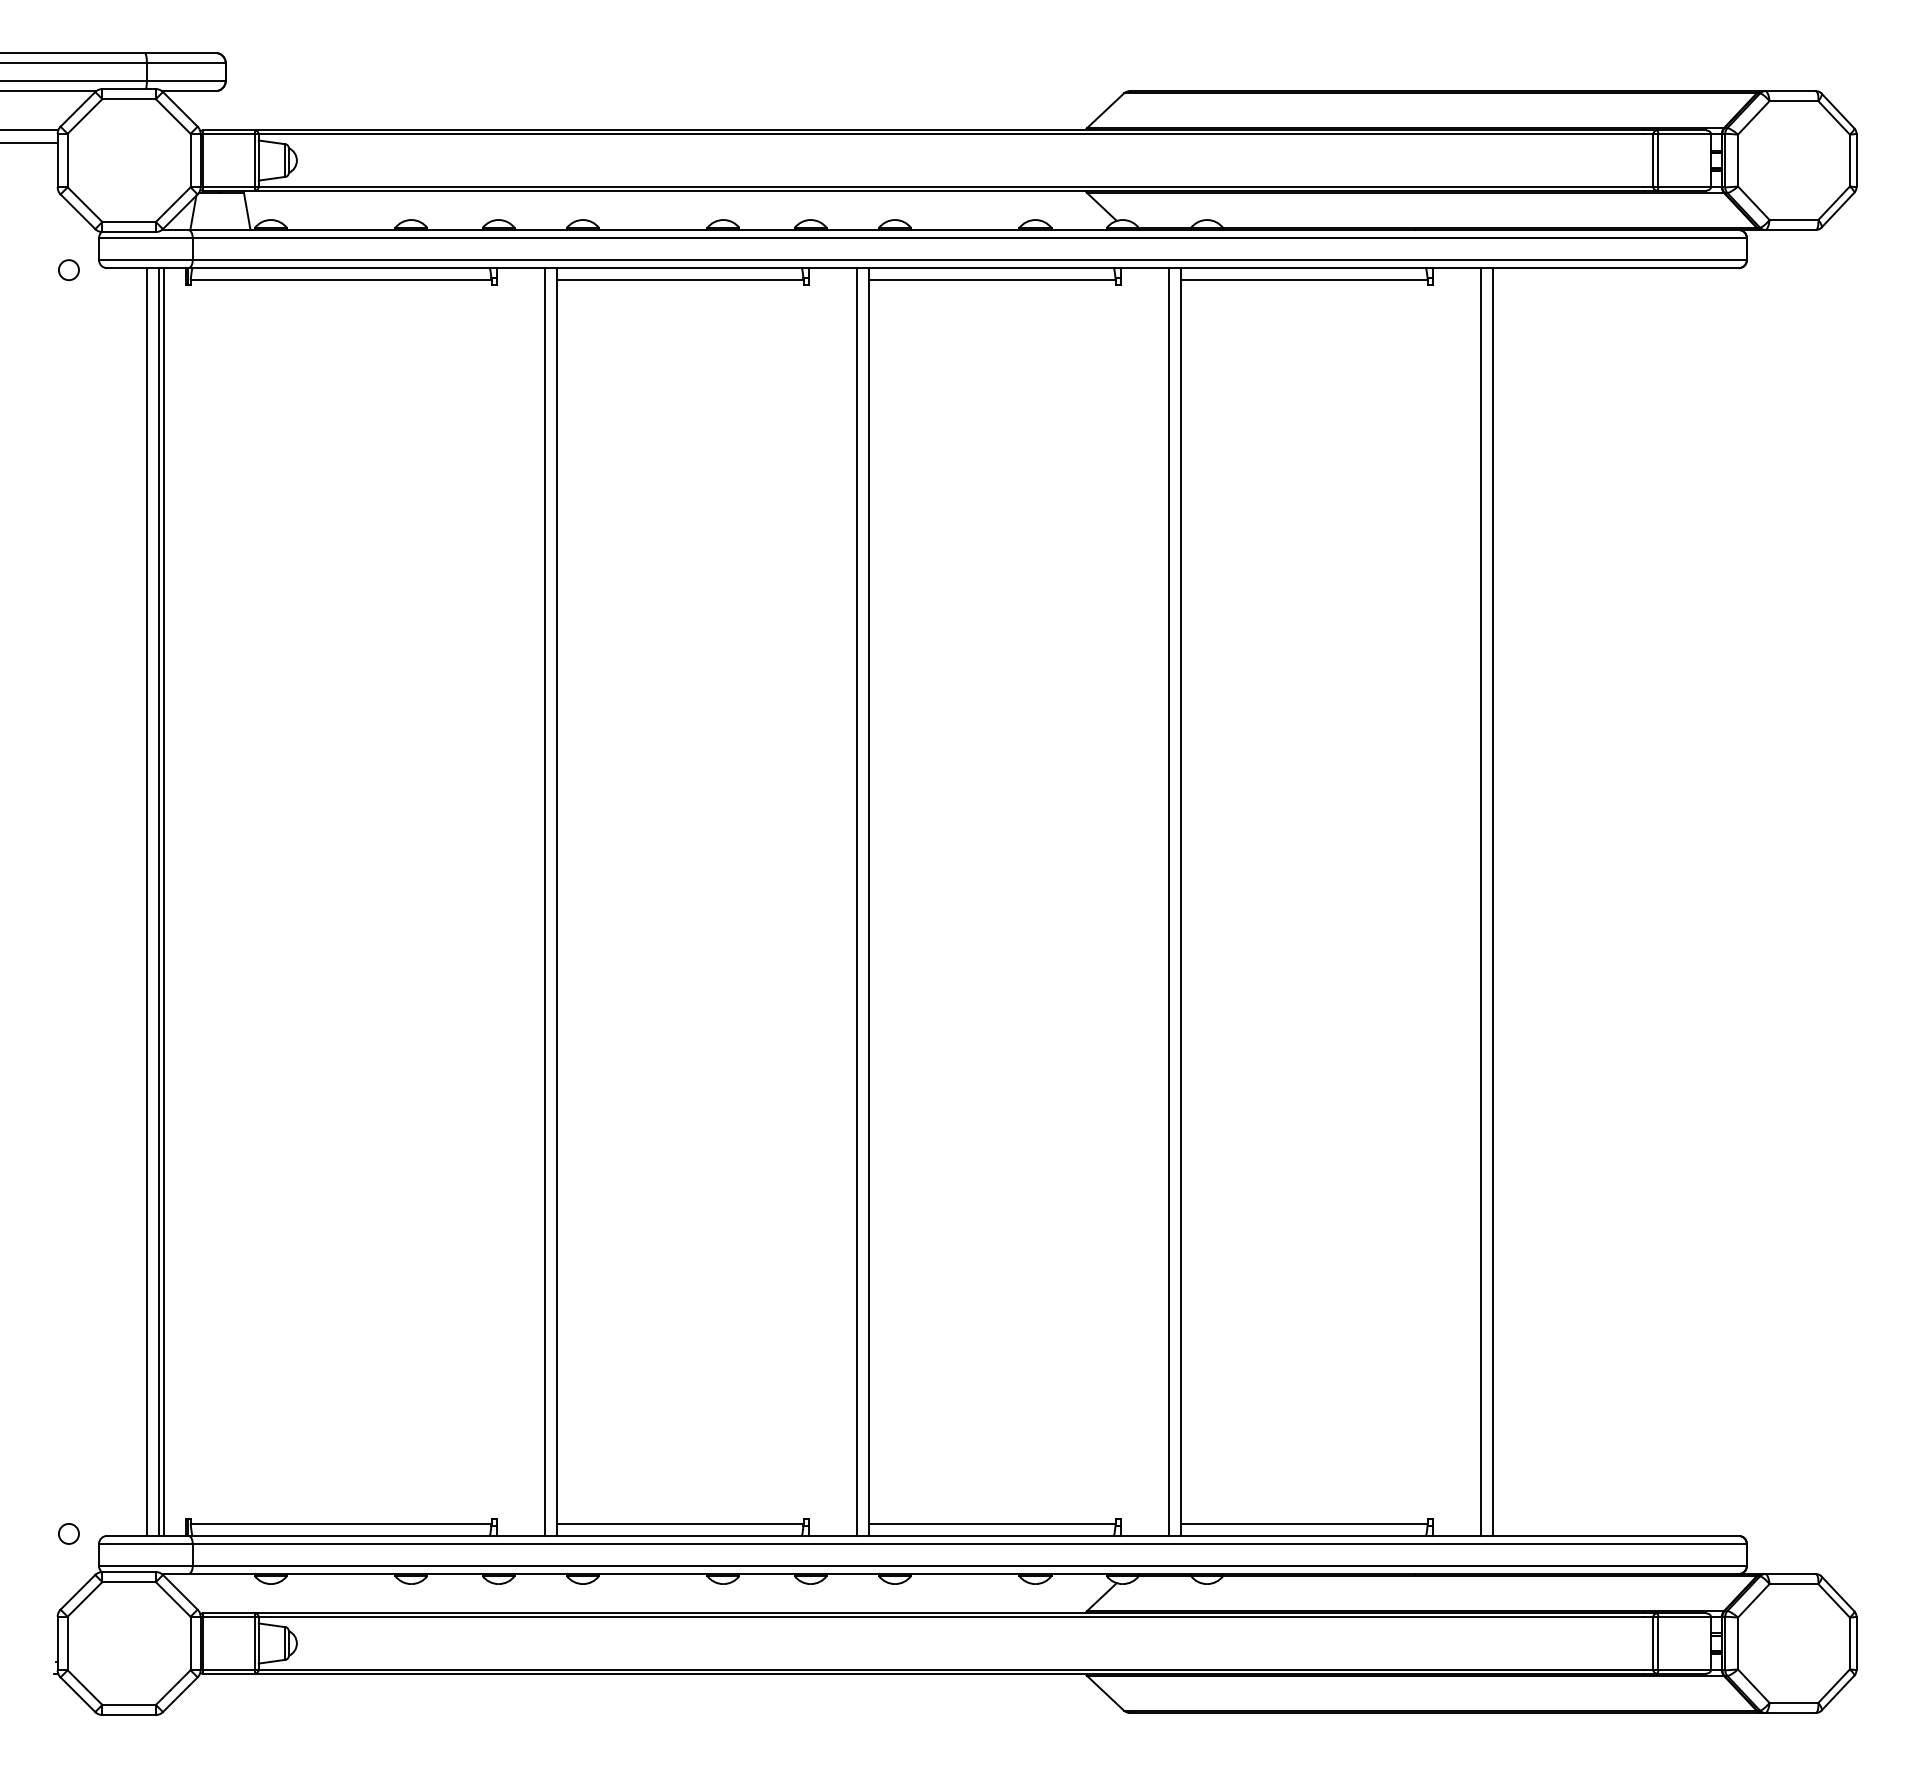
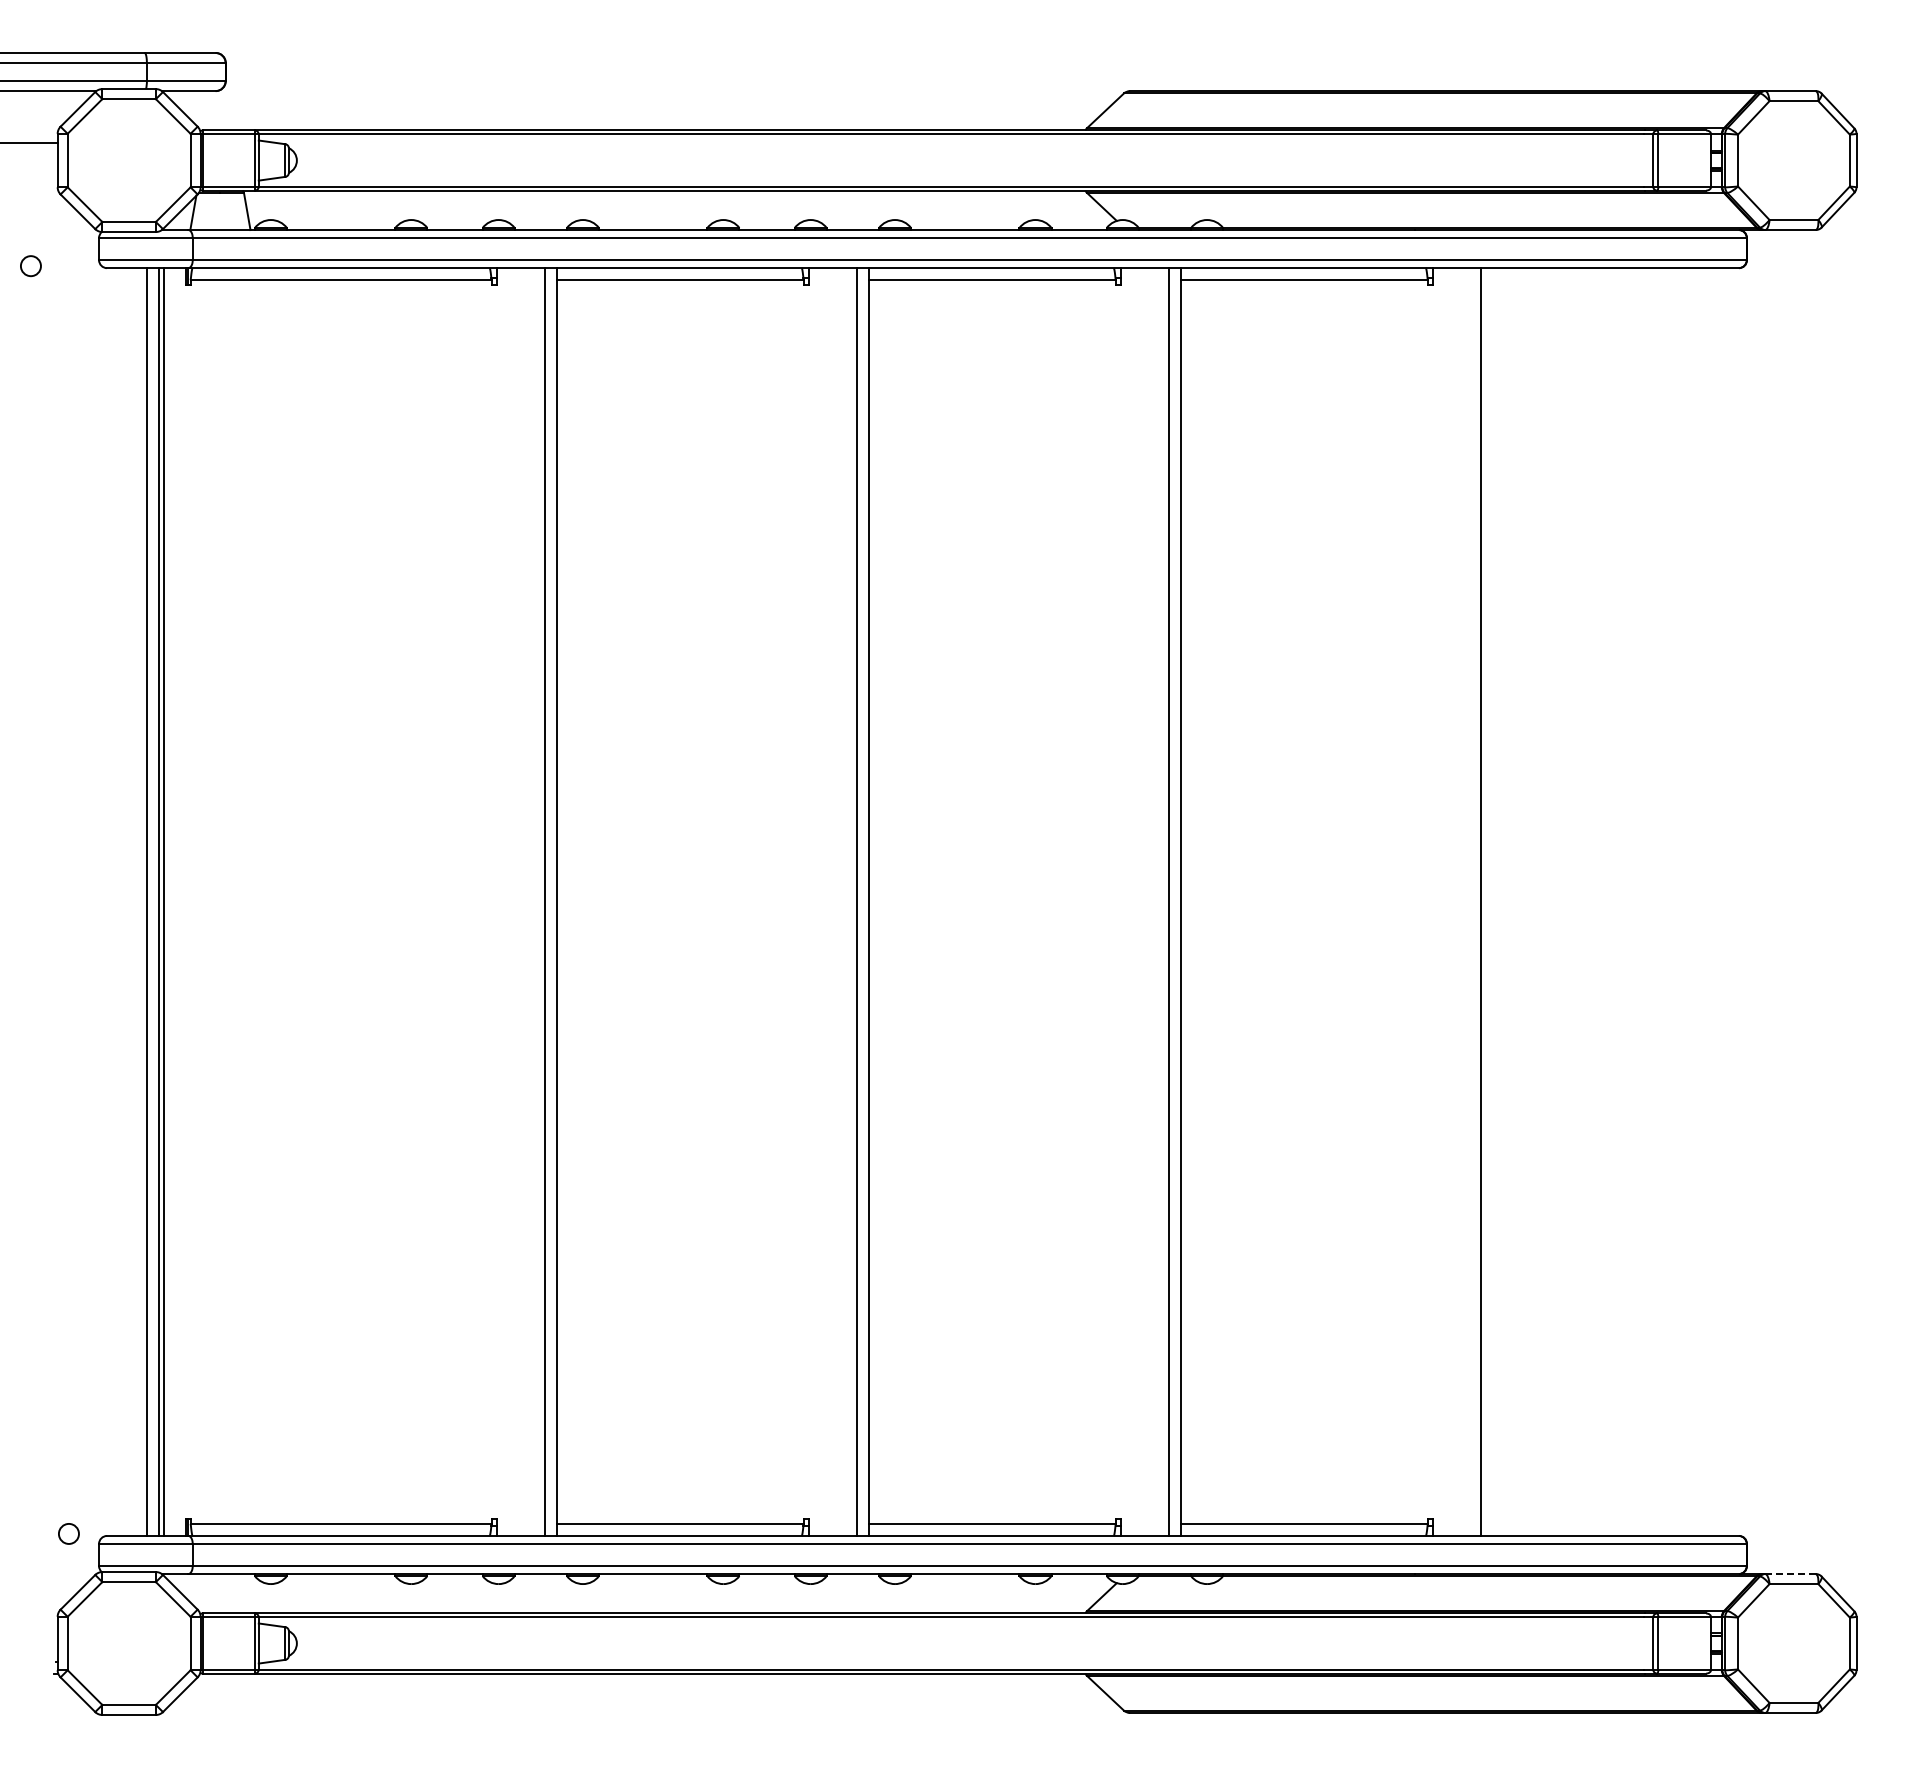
line at (30, 130): present -> none
circle at (68, 270) position: (68, 270) -> (30, 266)
line at (1493, 901): present -> none
line at (1791, 1574): solid -> dashed
